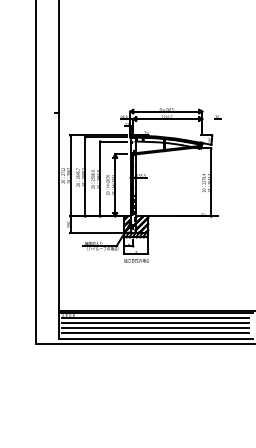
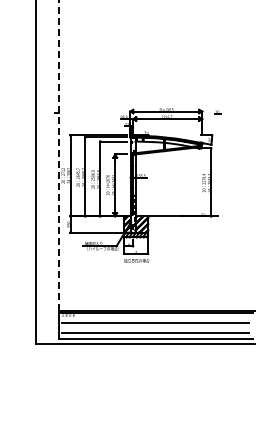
part at (217, 117) position: (217, 117) -> (217, 112)
line at (58, 155): solid -> dashed
line at (155, 317): present -> none
line at (155, 328): present -> none
